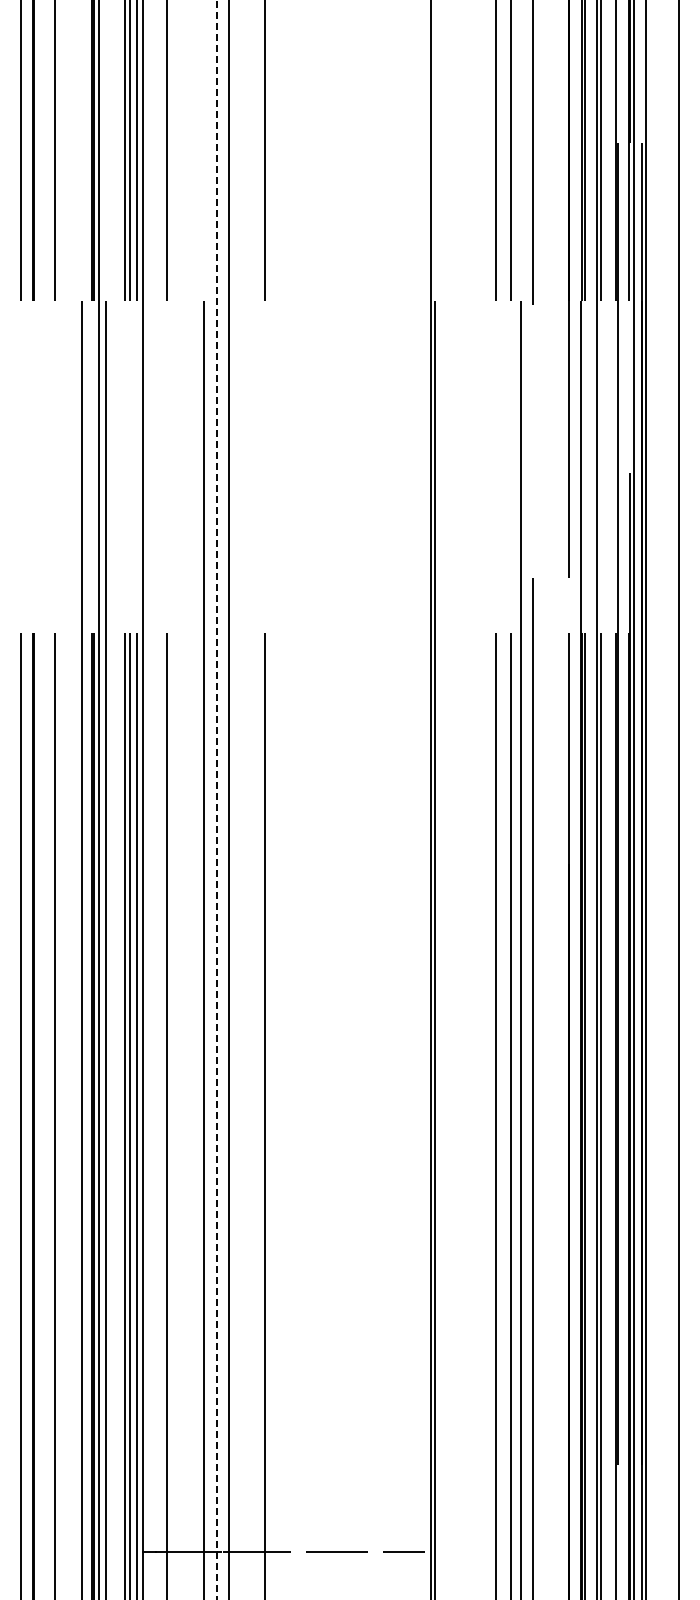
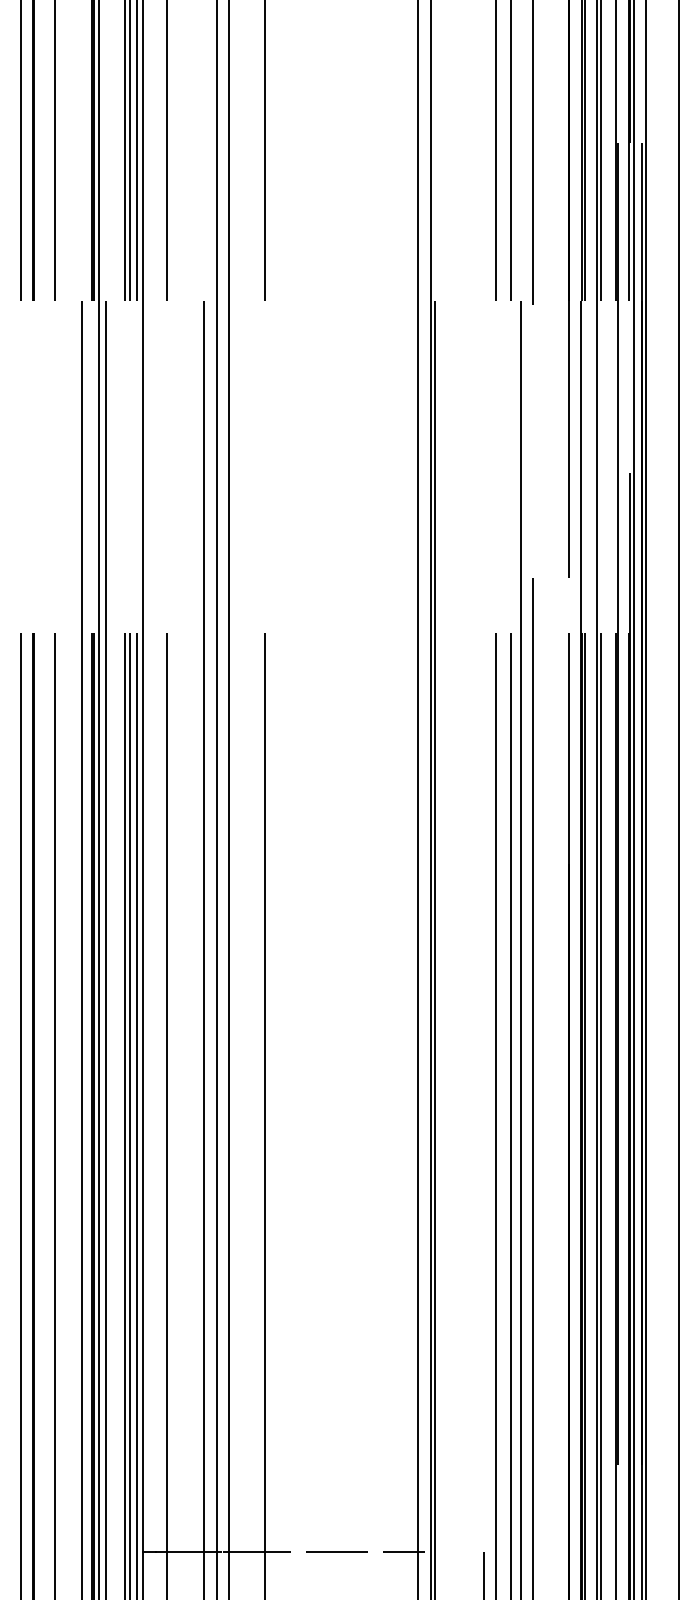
line at (418, 799): none -> present
line at (217, 800): dashed -> solid
line at (483, 1573): none -> present
